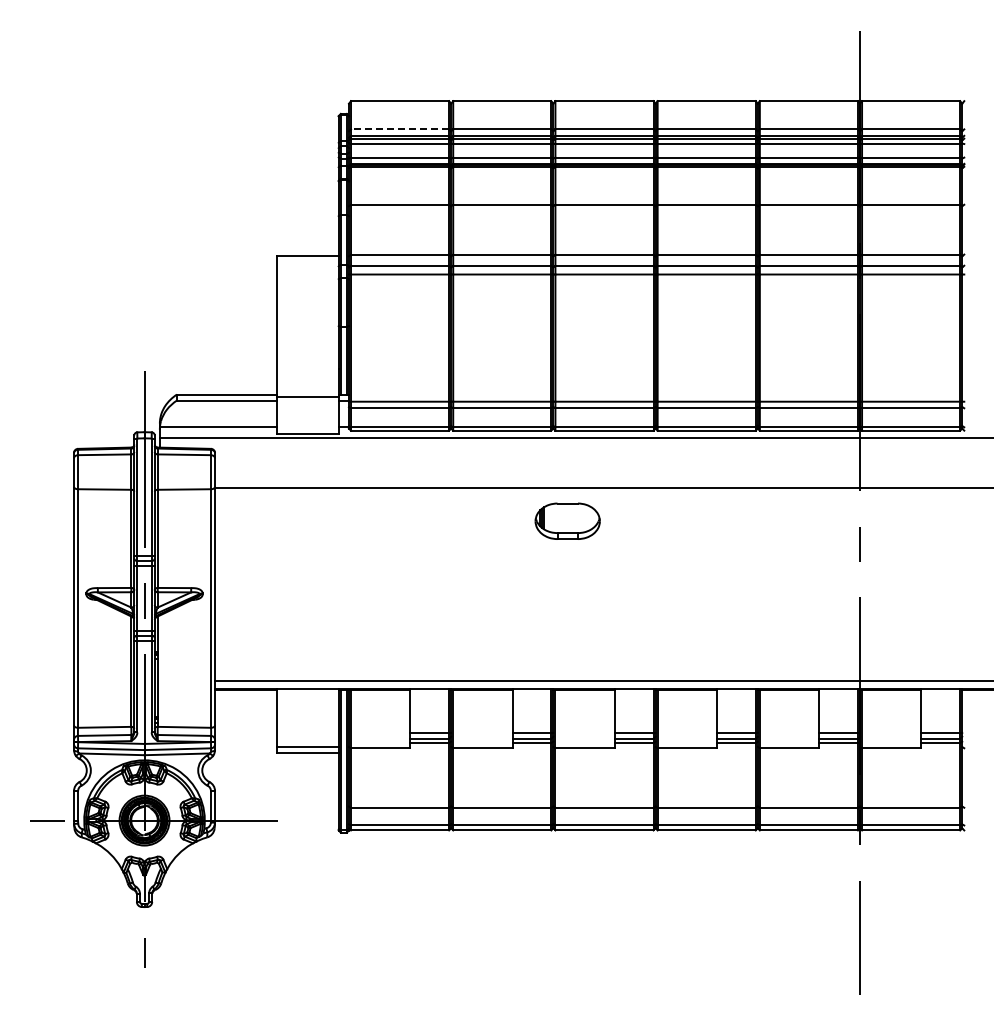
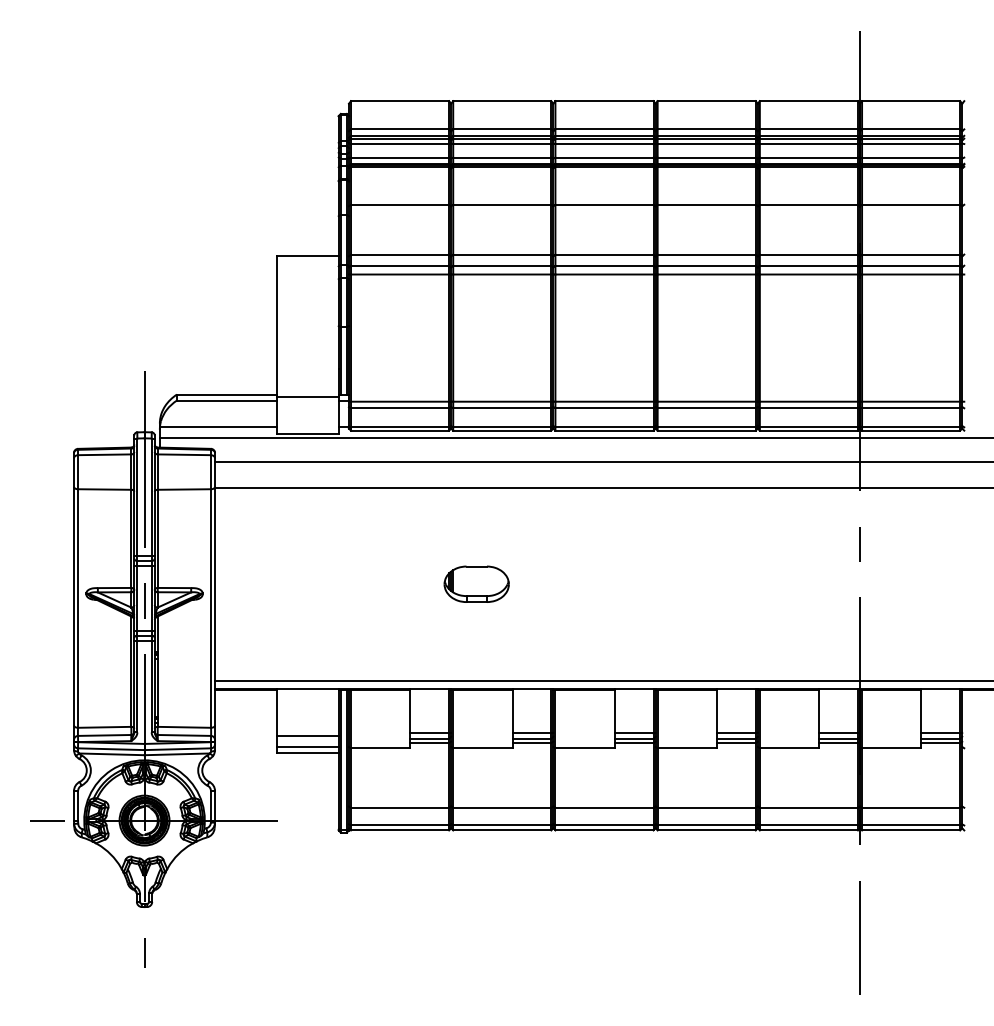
line at (399, 129): dashed -> solid
line at (602, 461): none -> present
part at (567, 520) position: (567, 520) -> (476, 583)
line at (307, 736): none -> present
